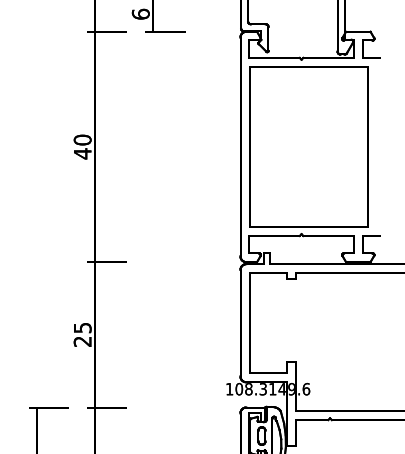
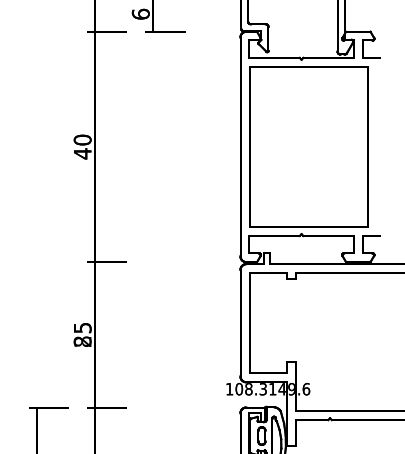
text at (82, 341): 25 -> 85
